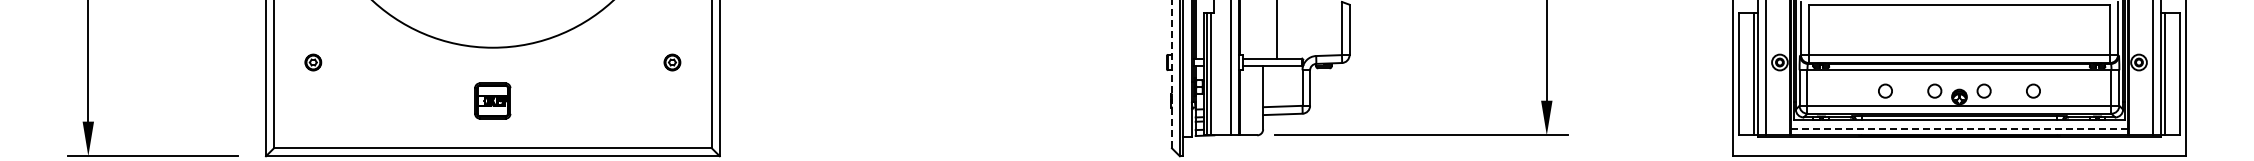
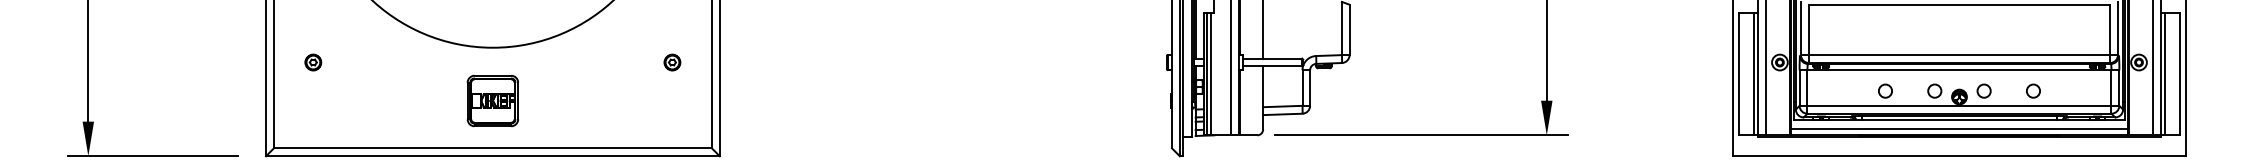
line at (1277, 30) position: (1277, 30) -> (1263, 30)
line at (1172, 74): dashed -> solid
part at (492, 100) size: 38x38 px -> 53x54 px
line at (1959, 129): dashed -> solid
